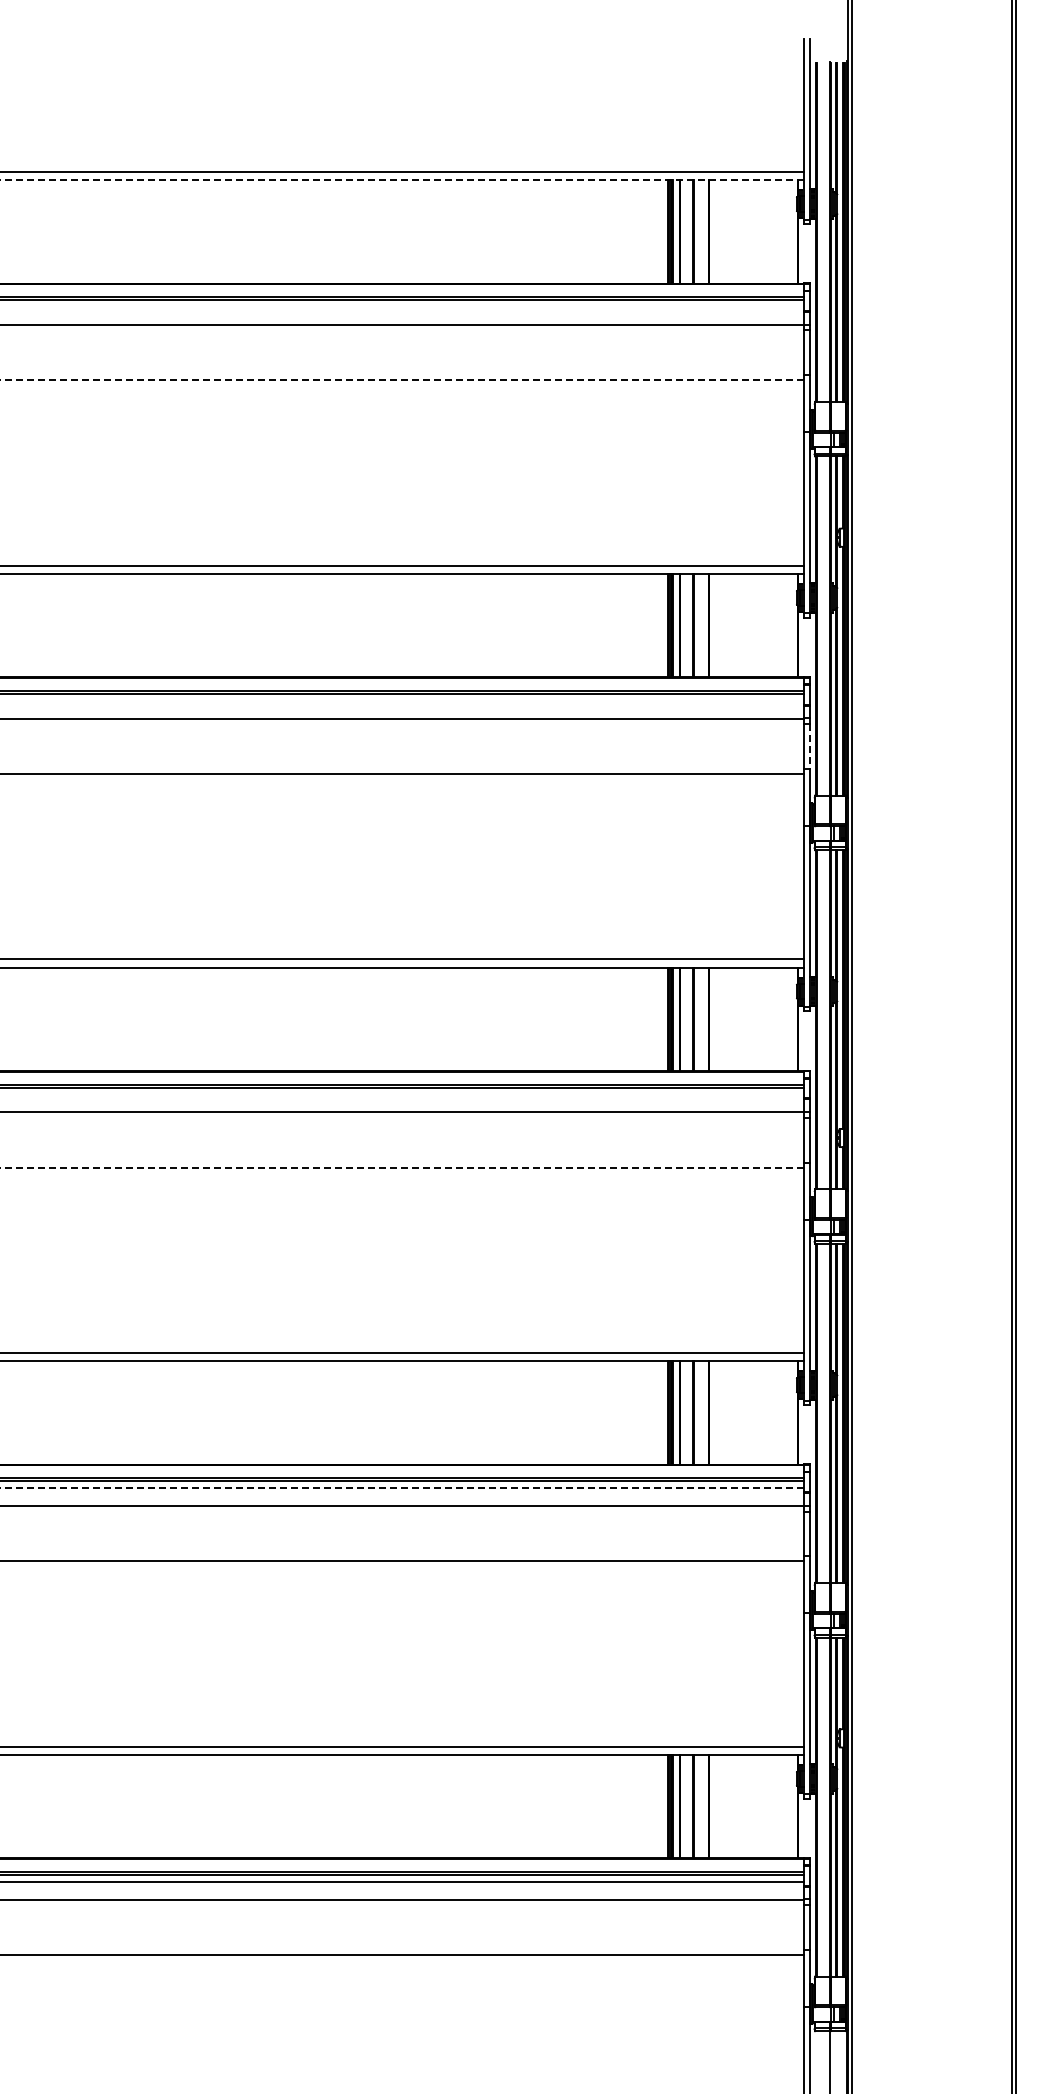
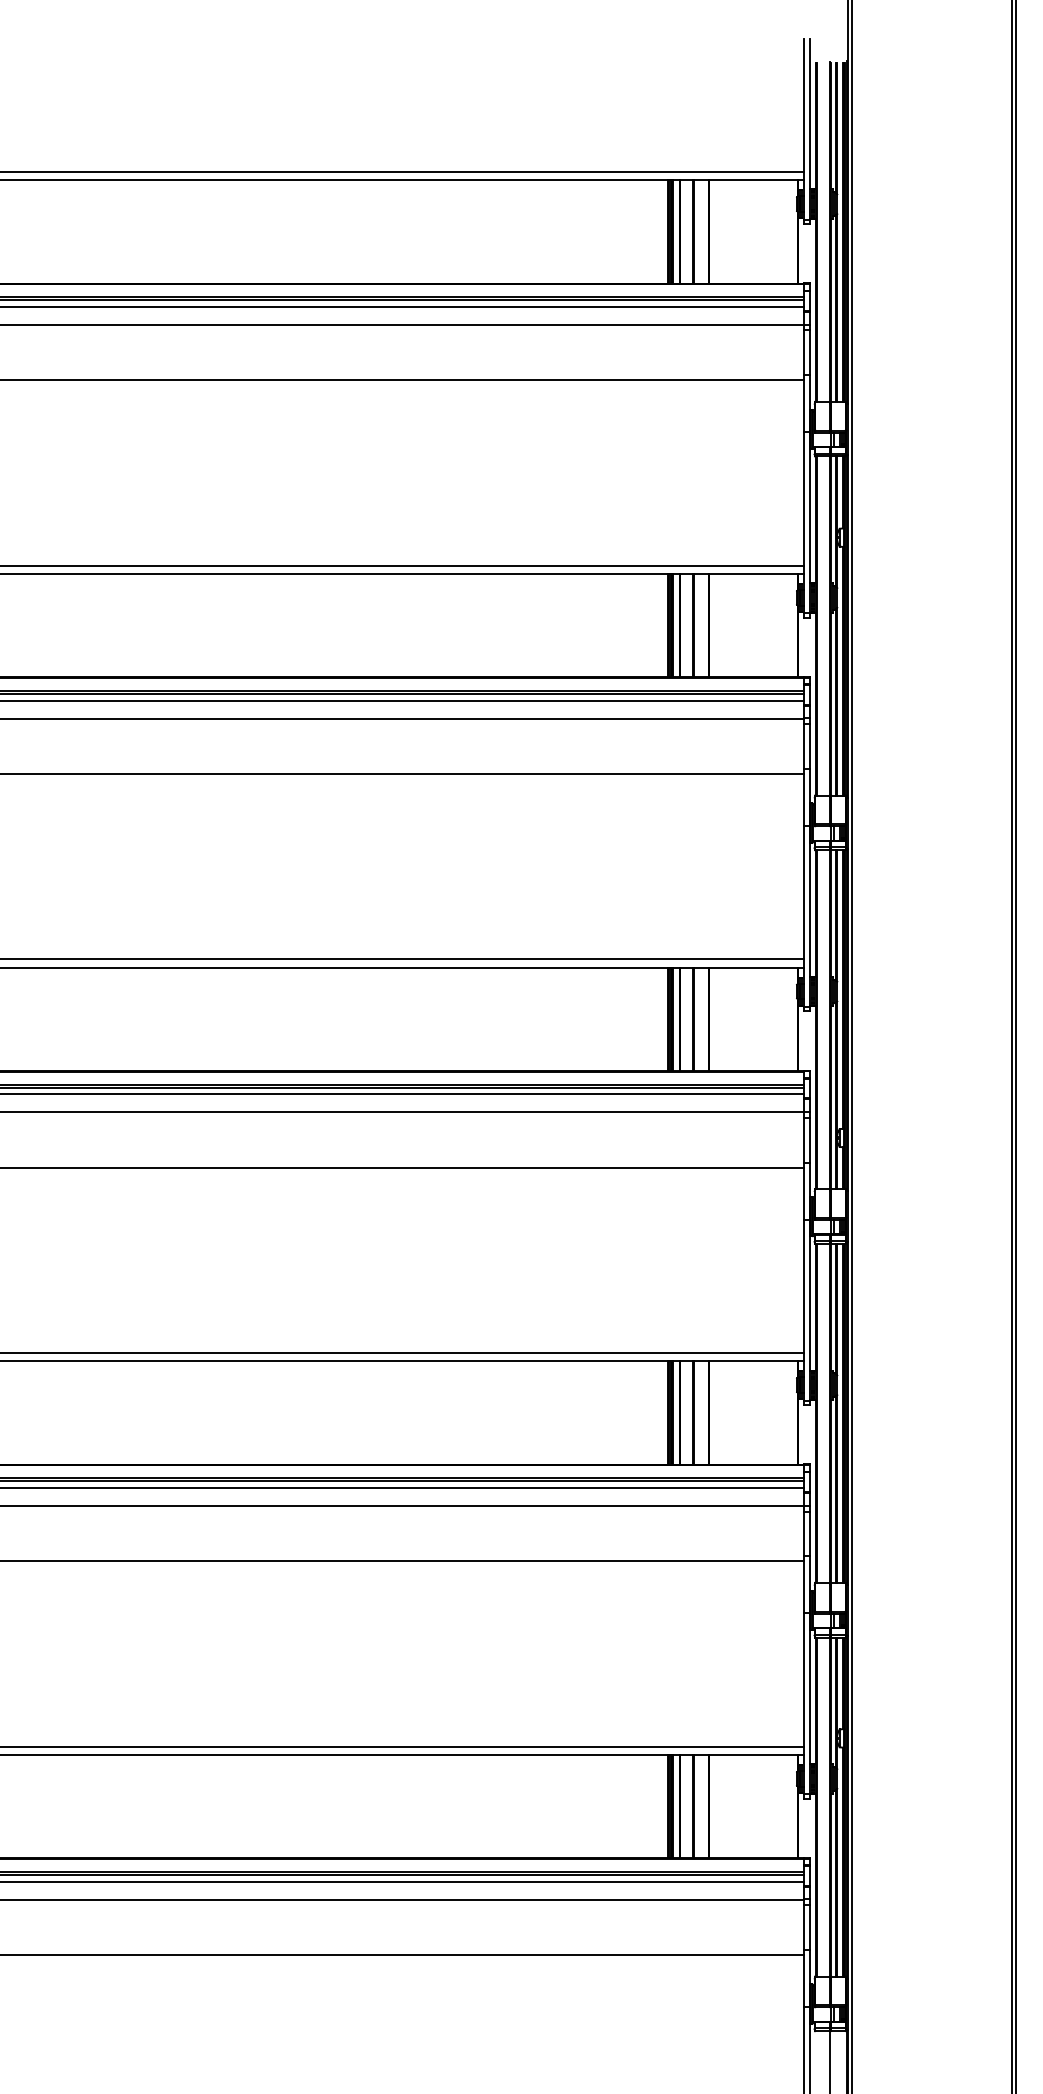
line at (402, 180): dashed -> solid
line at (402, 306): none -> present
line at (402, 380): dashed -> solid
line at (402, 700): none -> present
line at (809, 747): dashed -> solid
line at (402, 1094): none -> present
line at (402, 1167): dashed -> solid
line at (402, 1487): dashed -> solid
